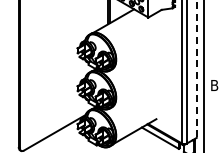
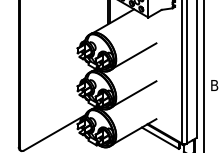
line at (134, 55): none -> present
line at (196, 69): dashed -> solid
line at (134, 93): none -> present
